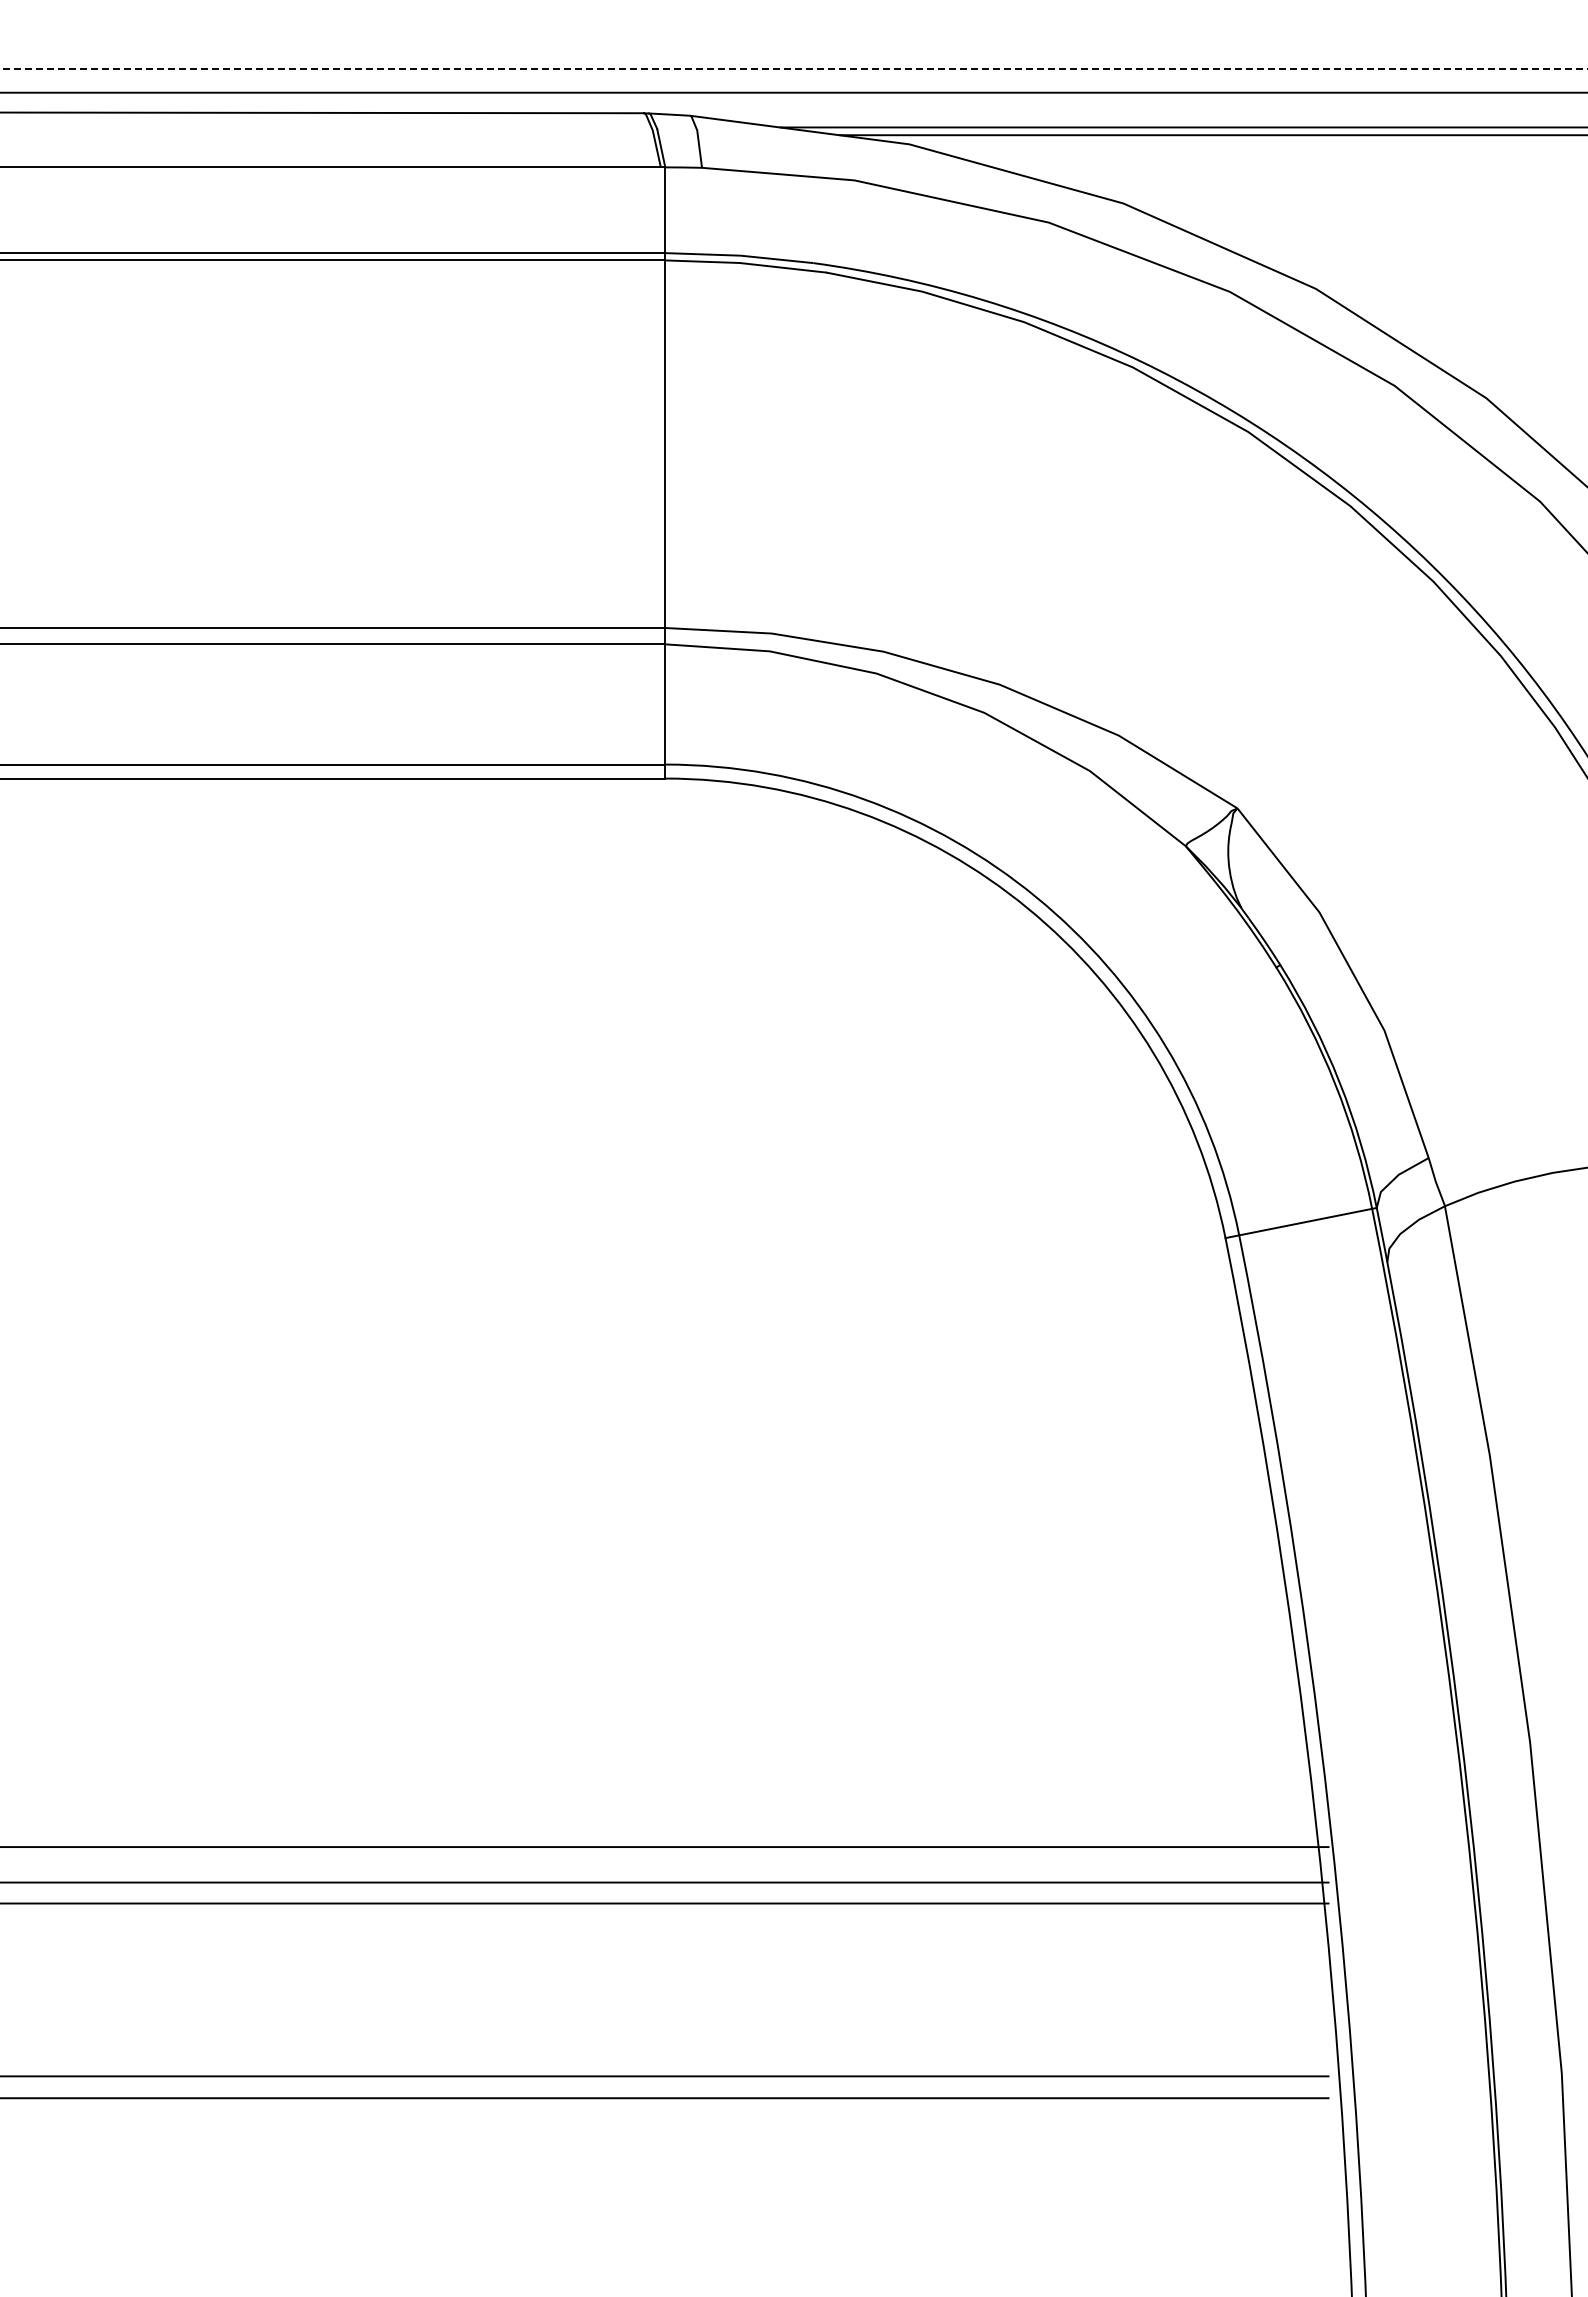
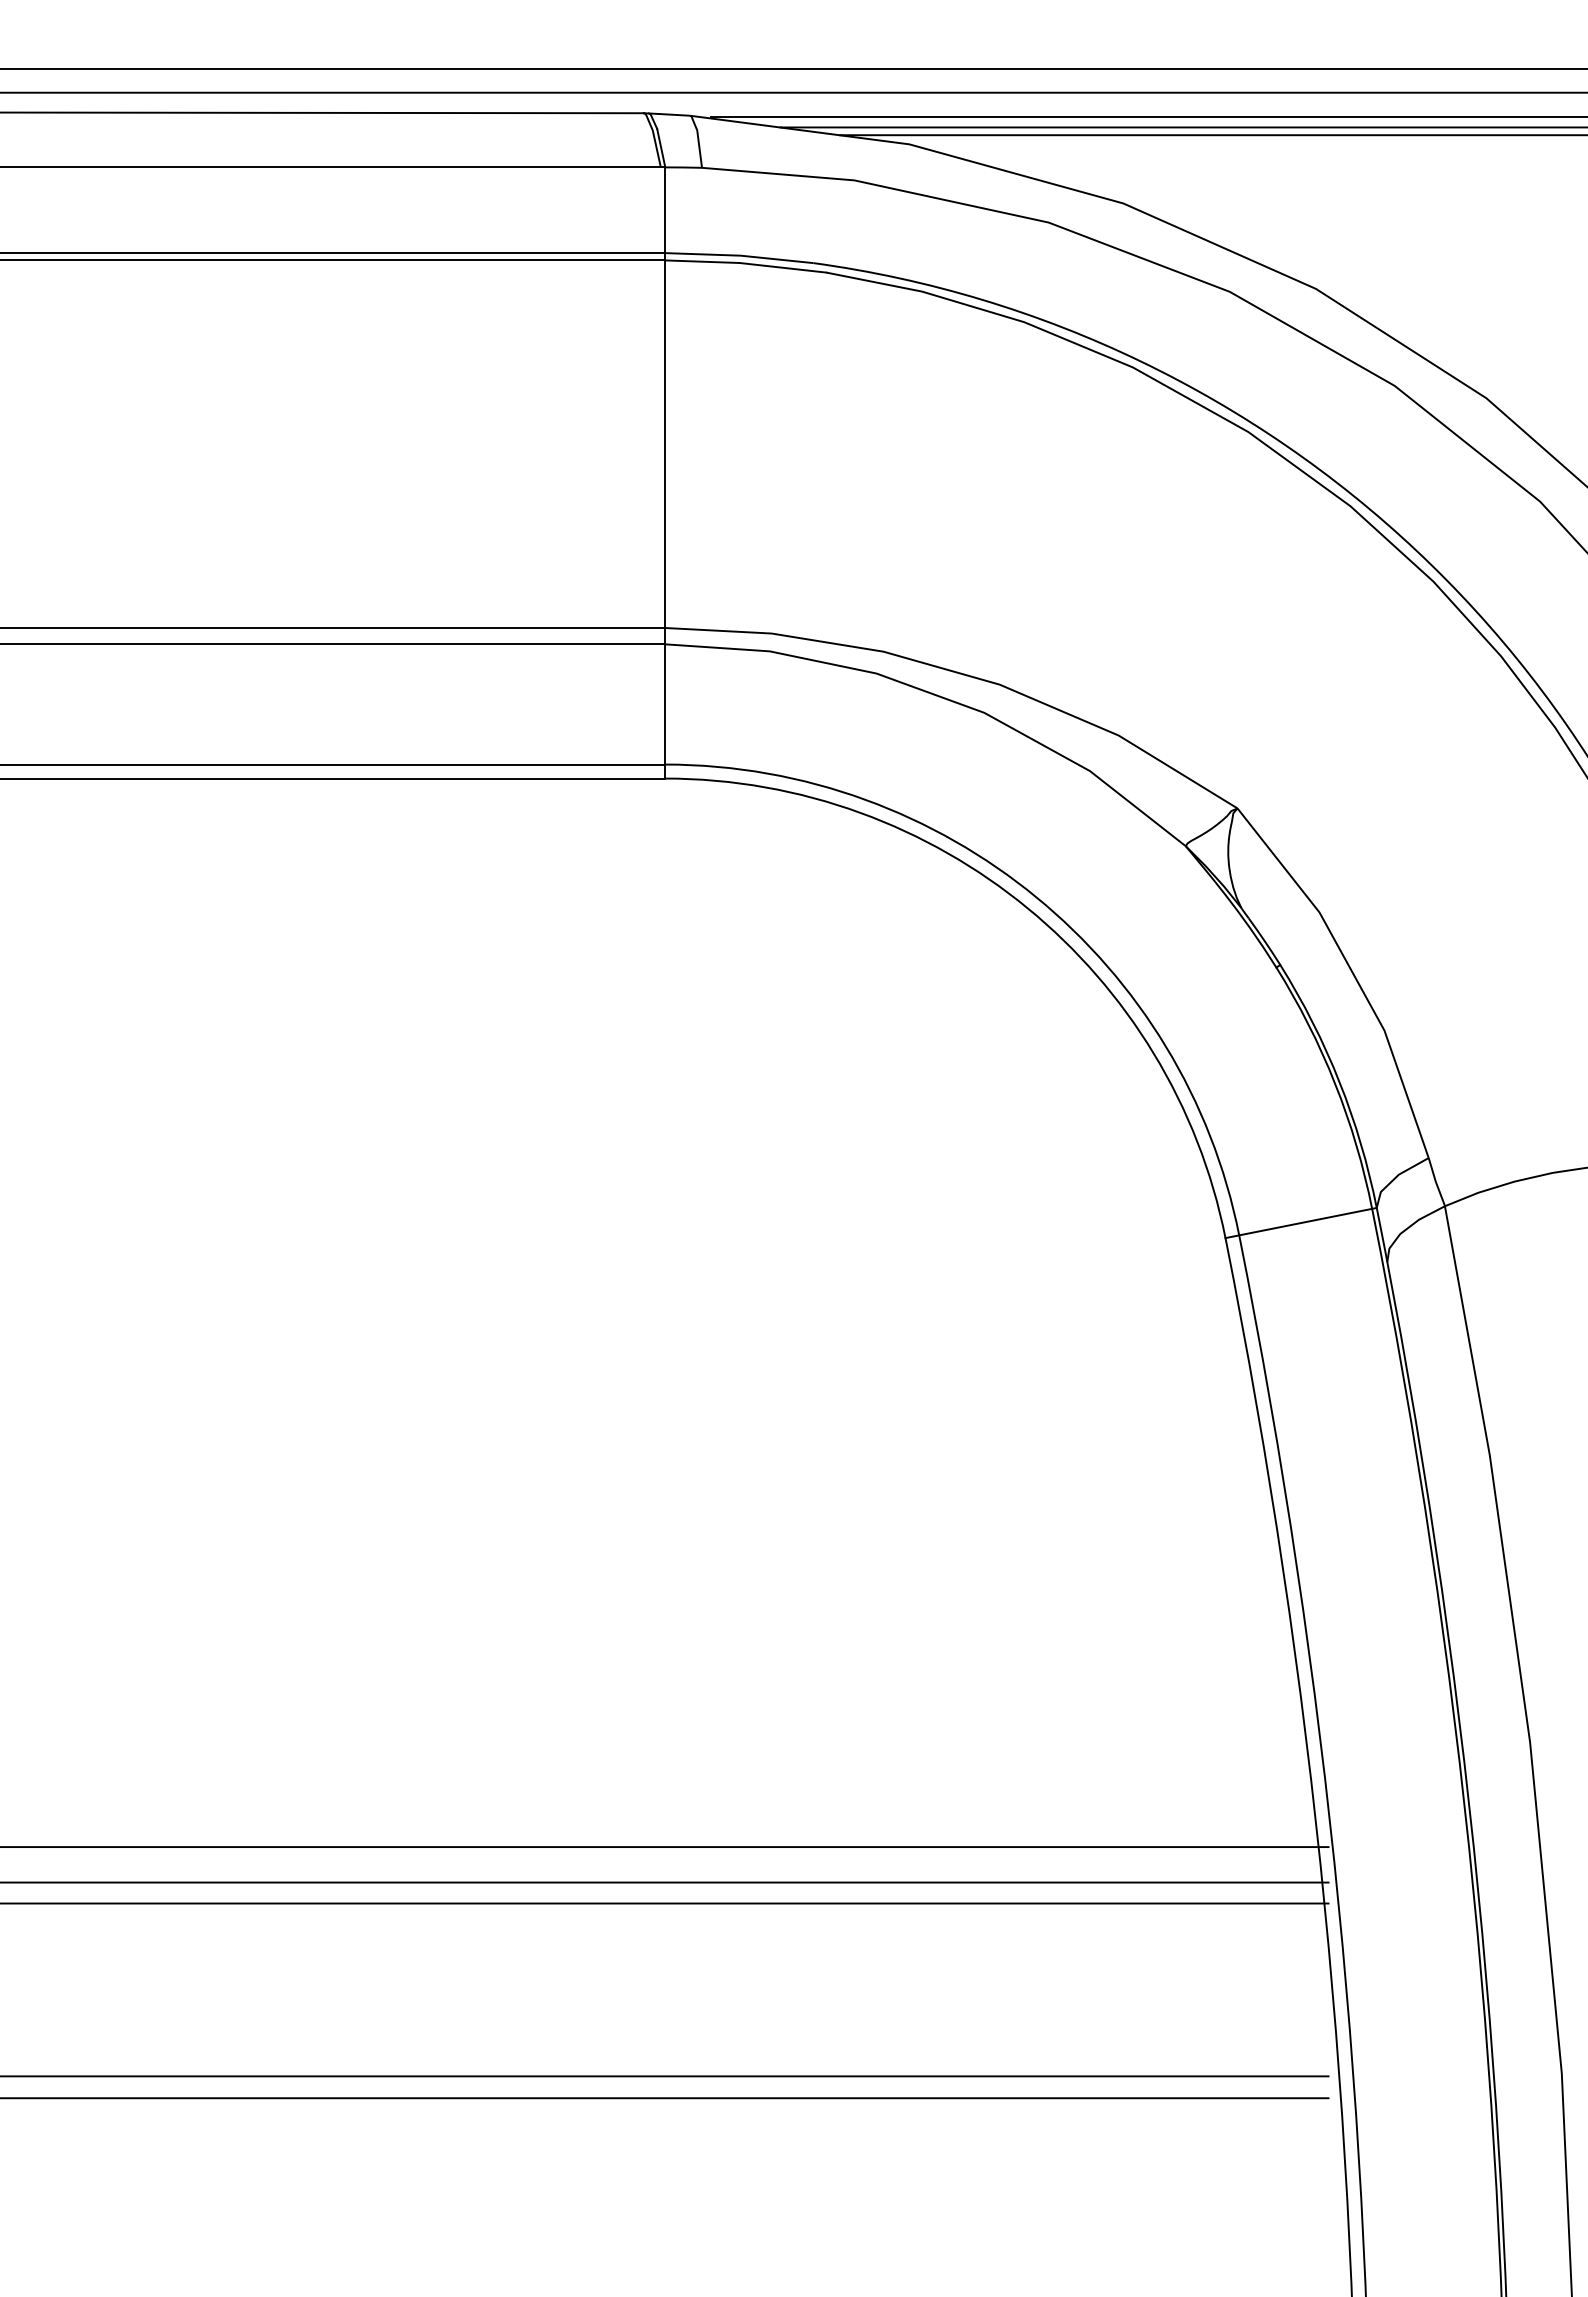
line at (794, 68): dashed -> solid
line at (1147, 117): none -> present
